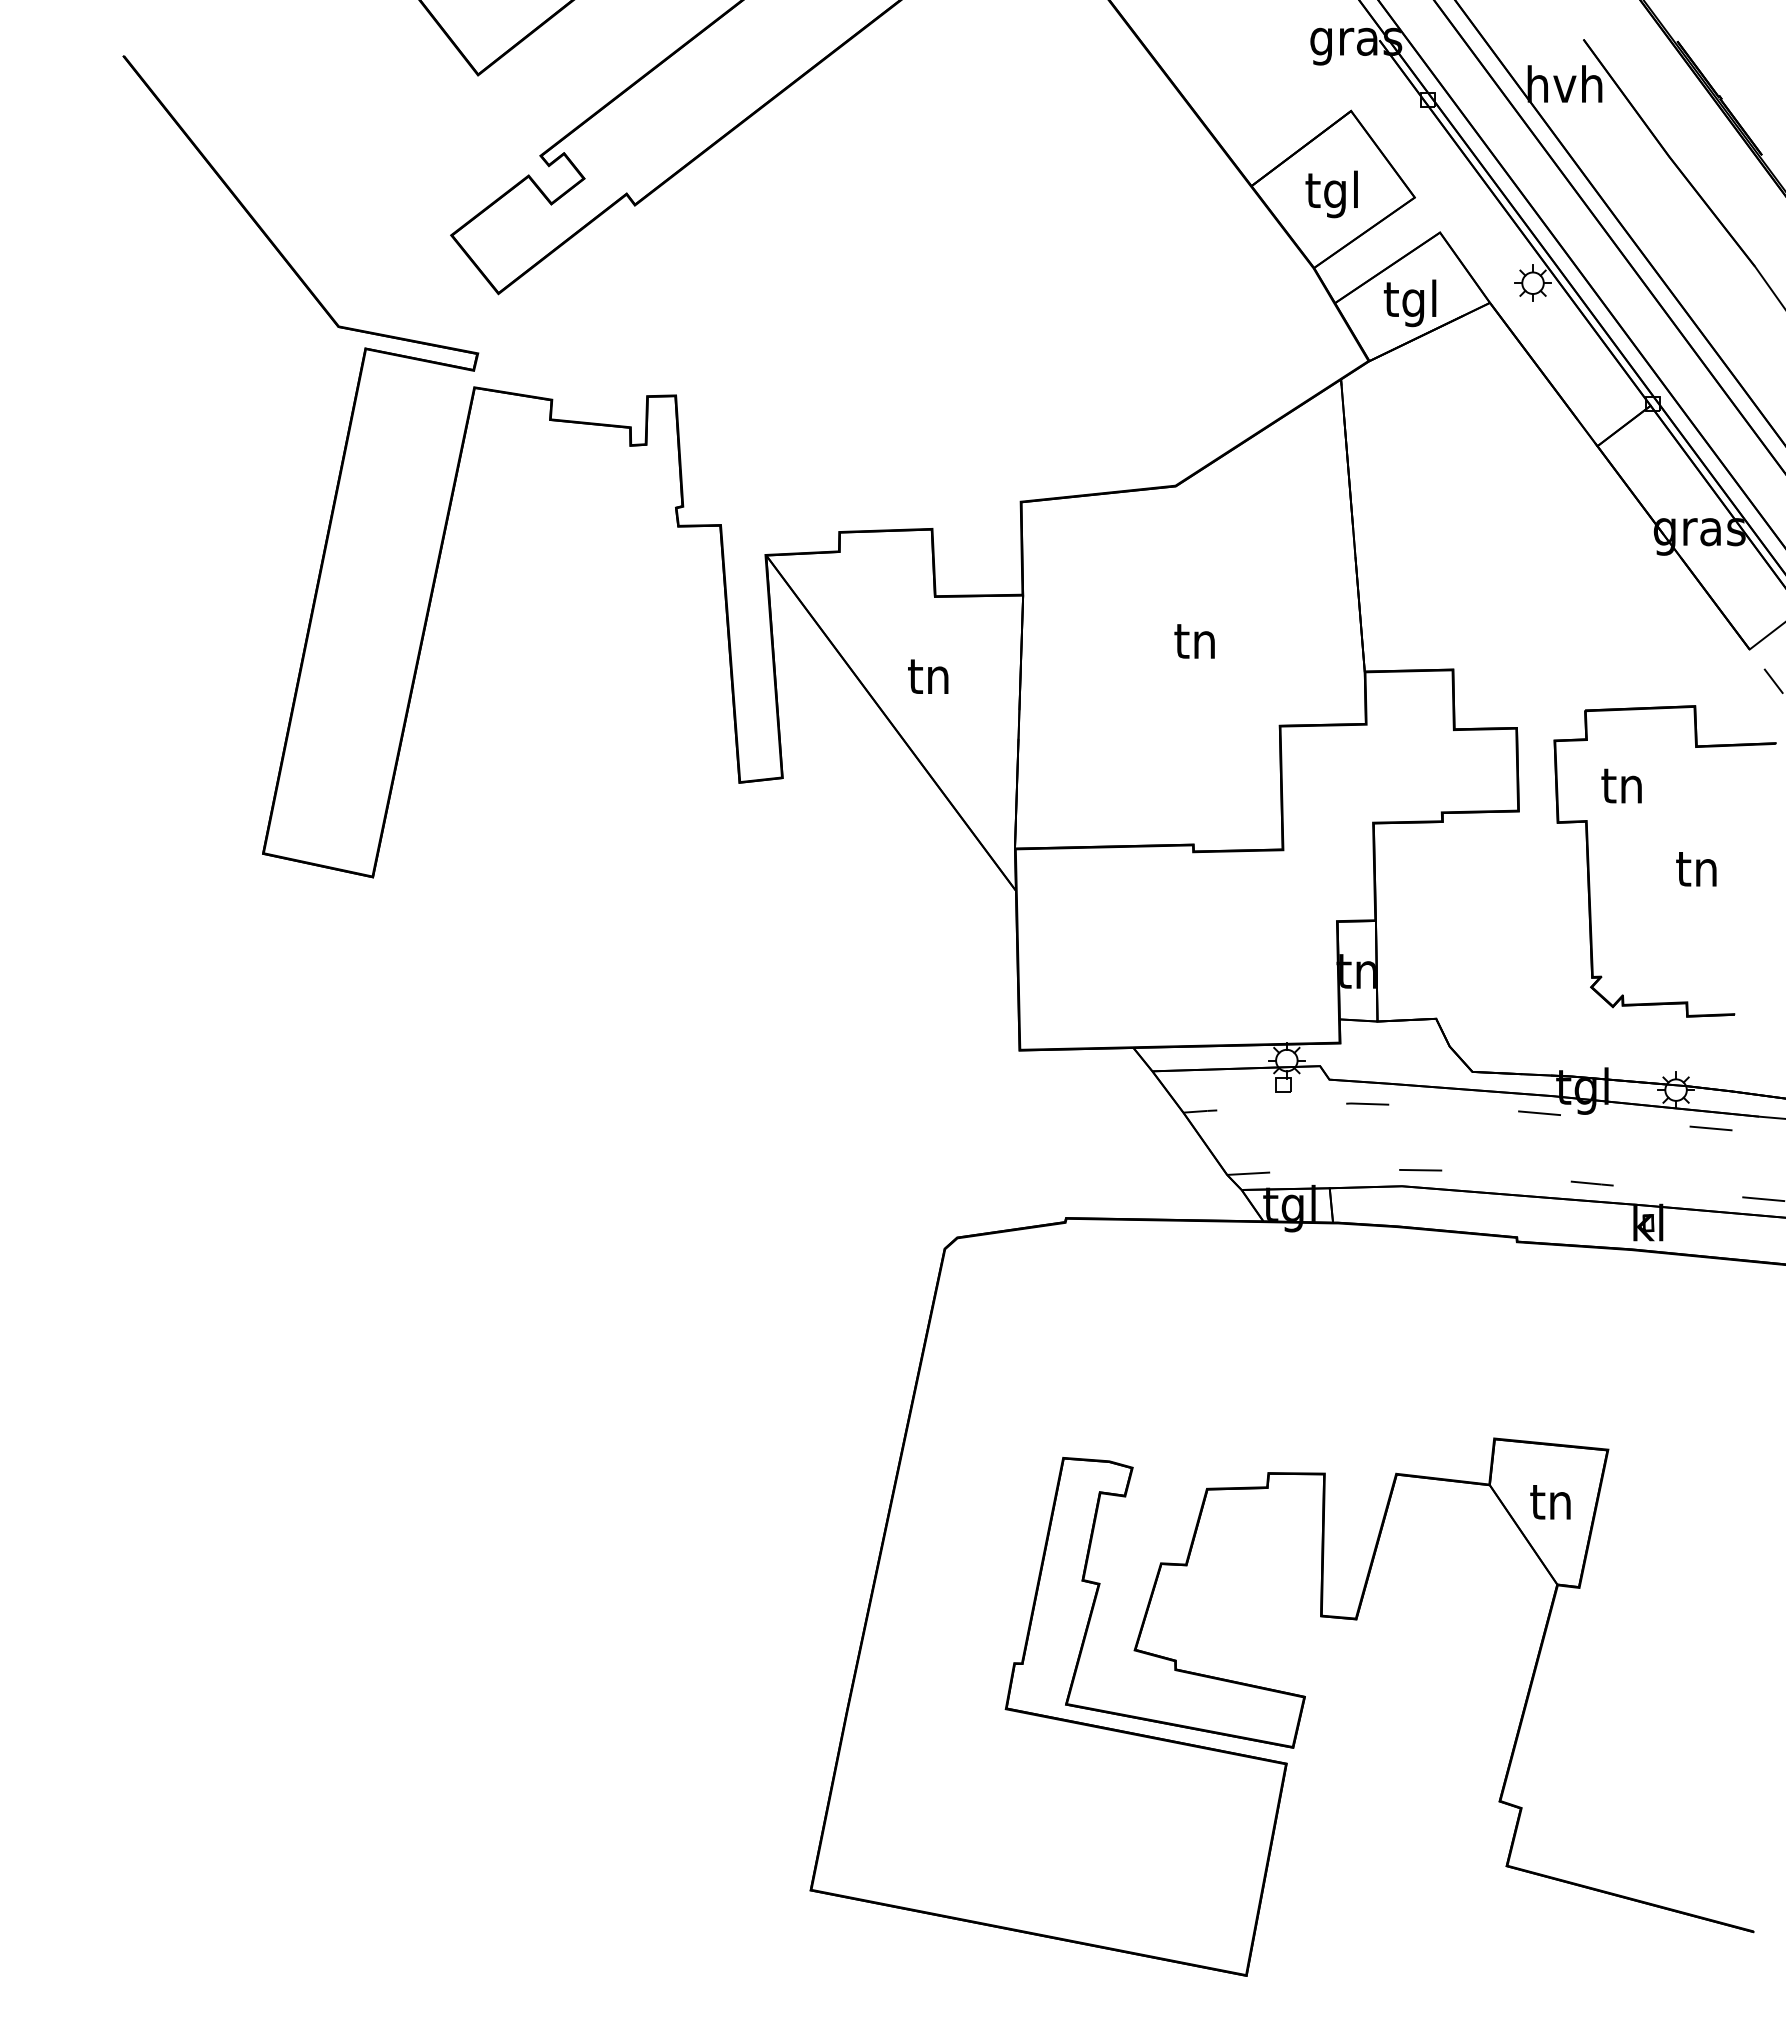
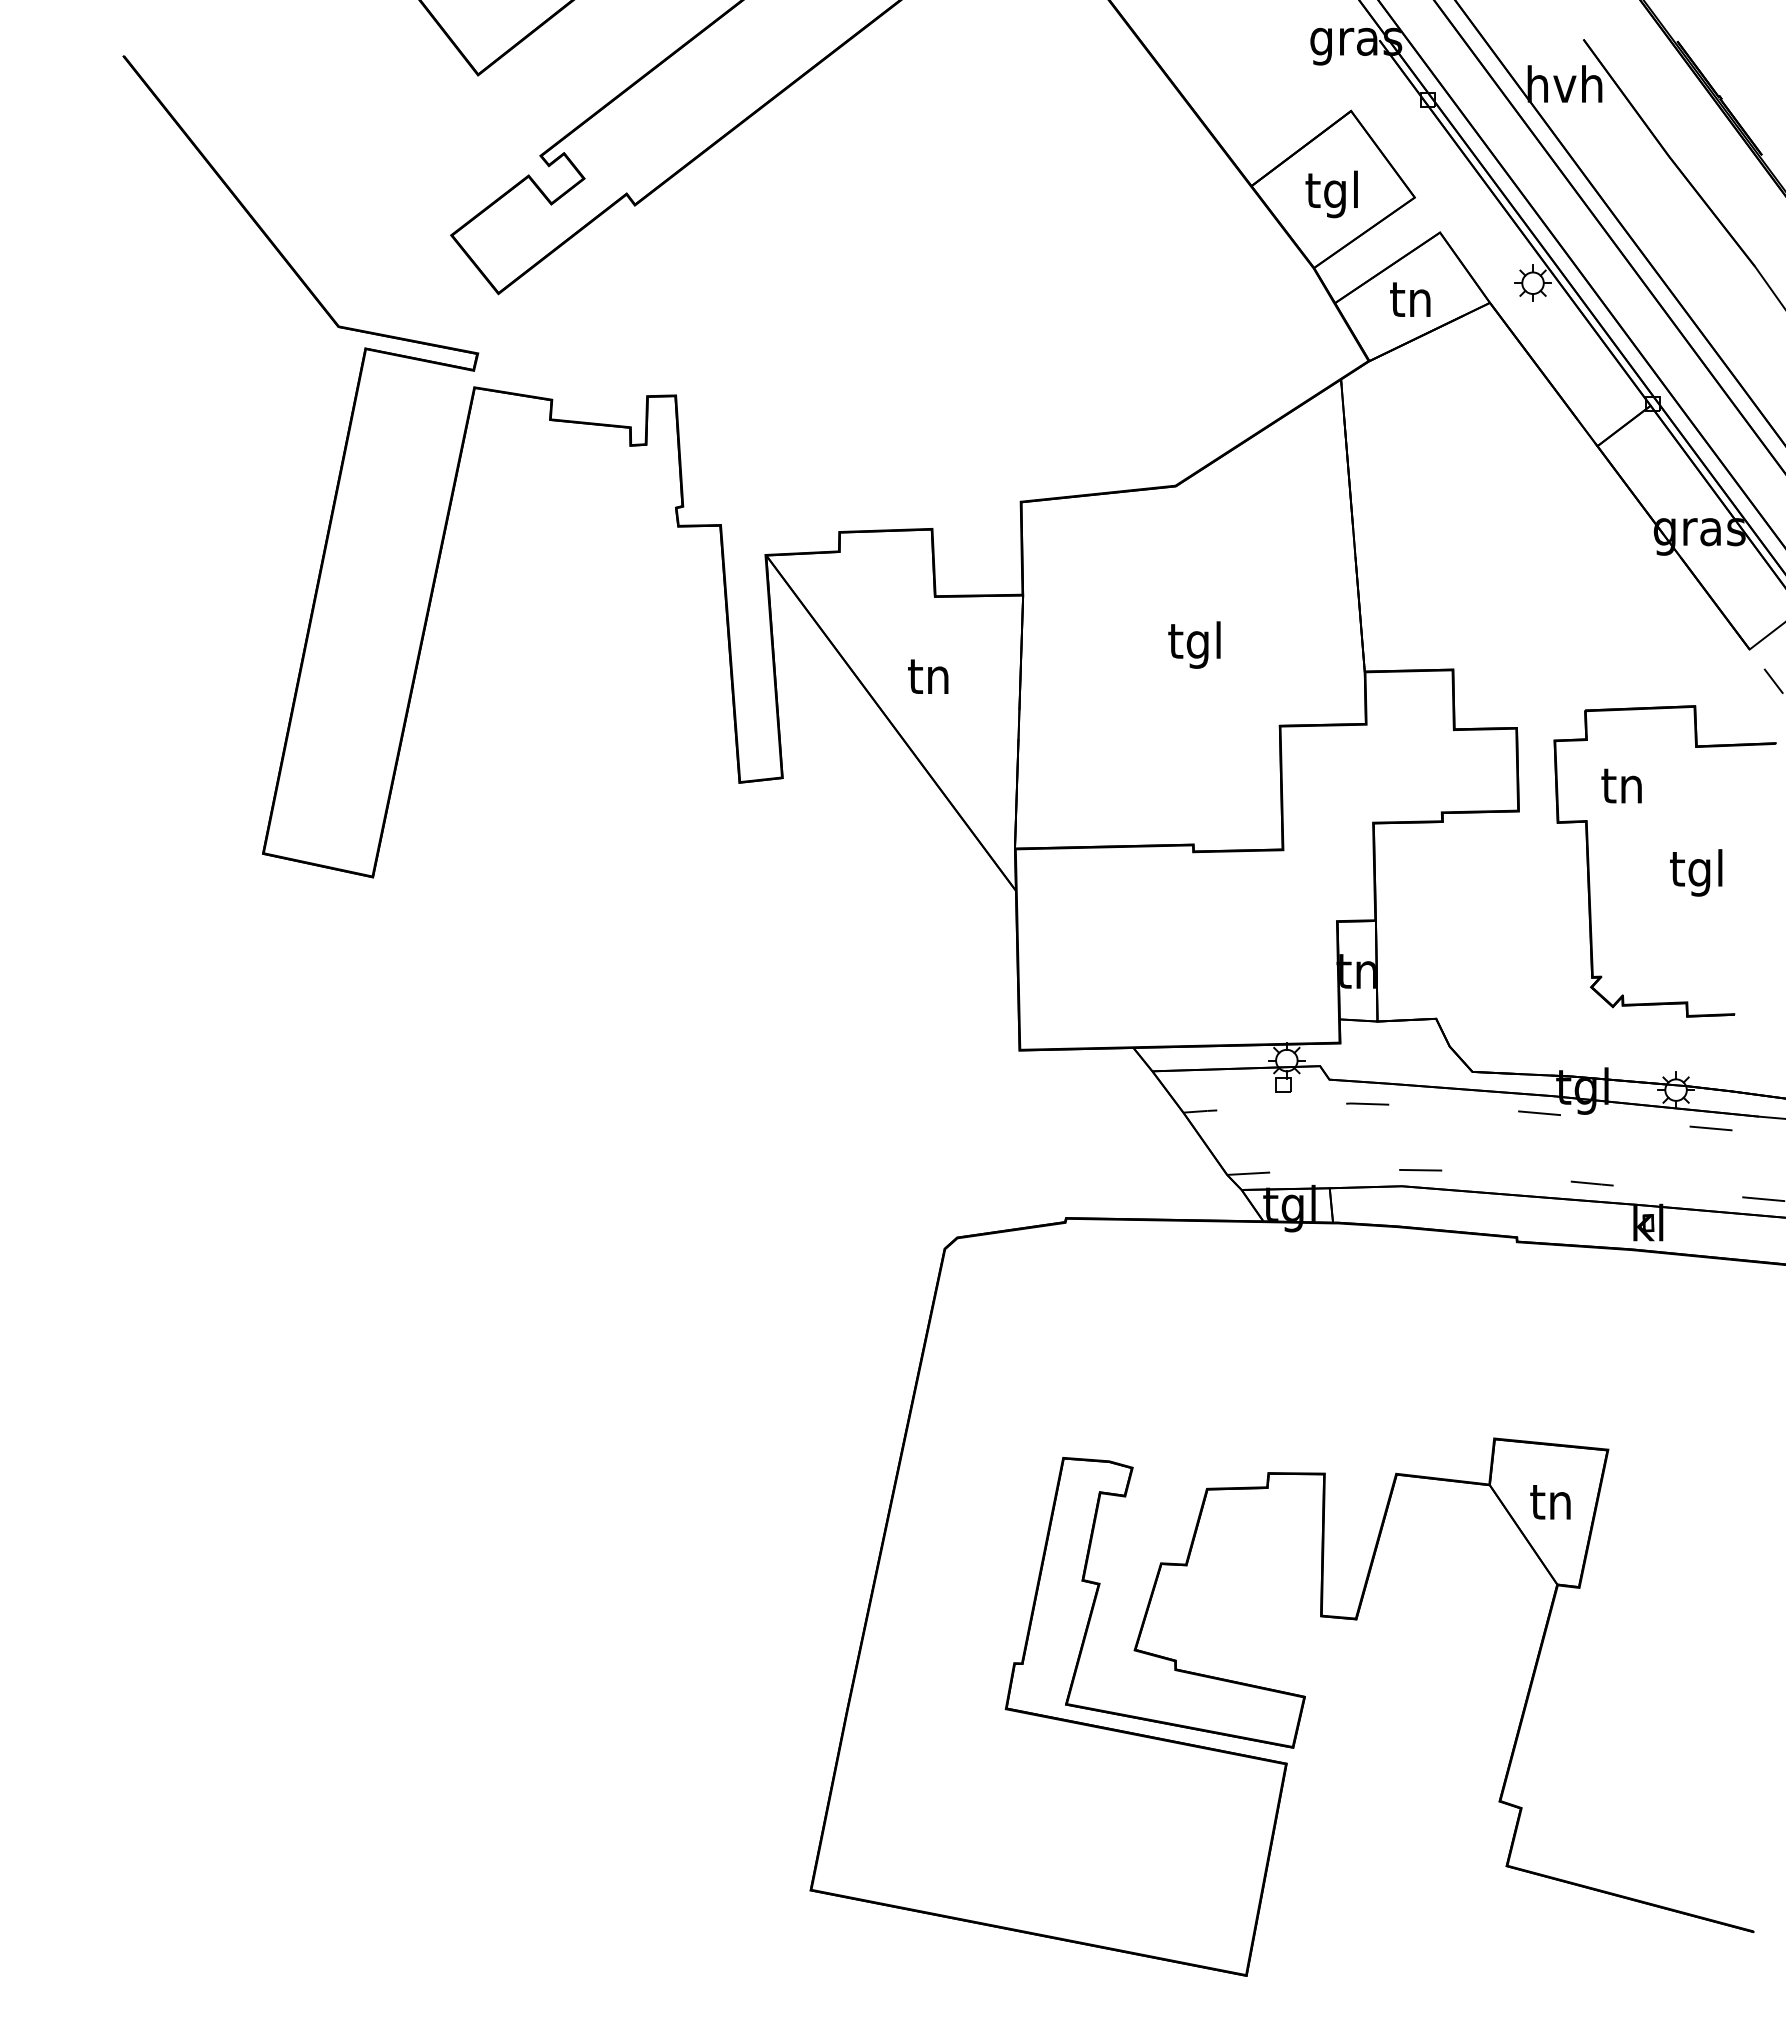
text at (1409, 303): tgl -> tn
text at (1194, 644): tn -> tgl
text at (1696, 872): tn -> tgl
